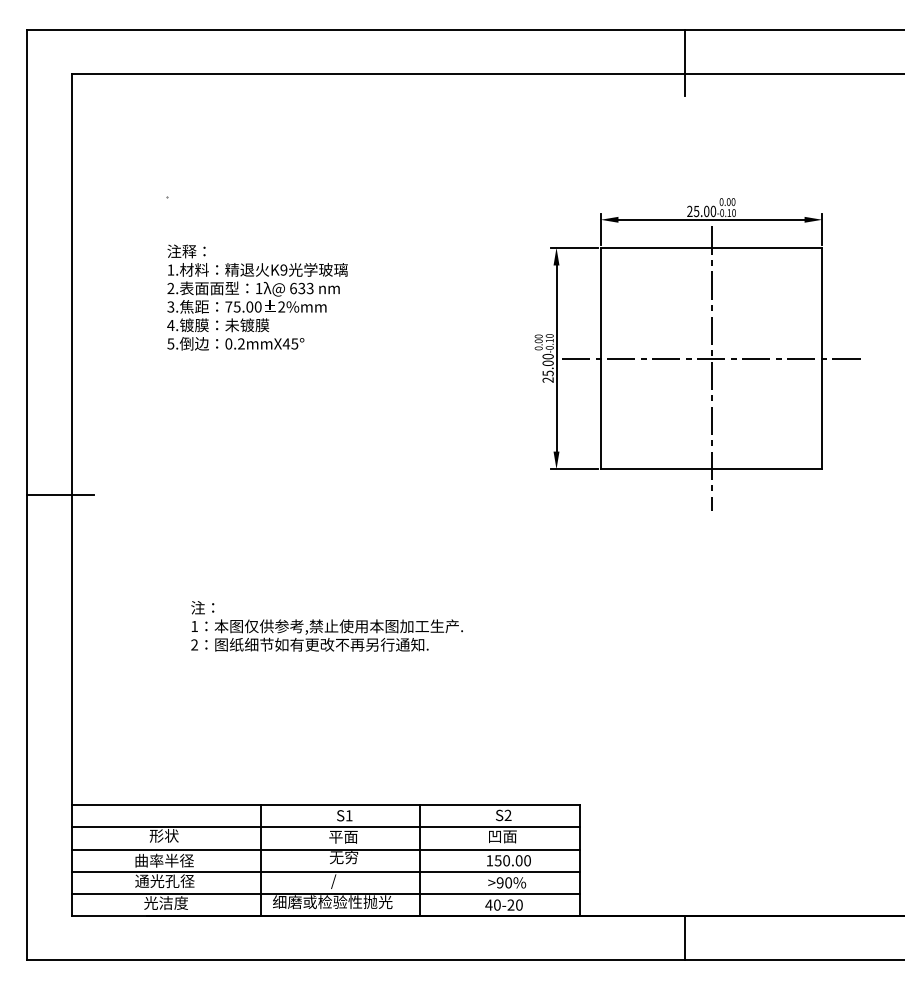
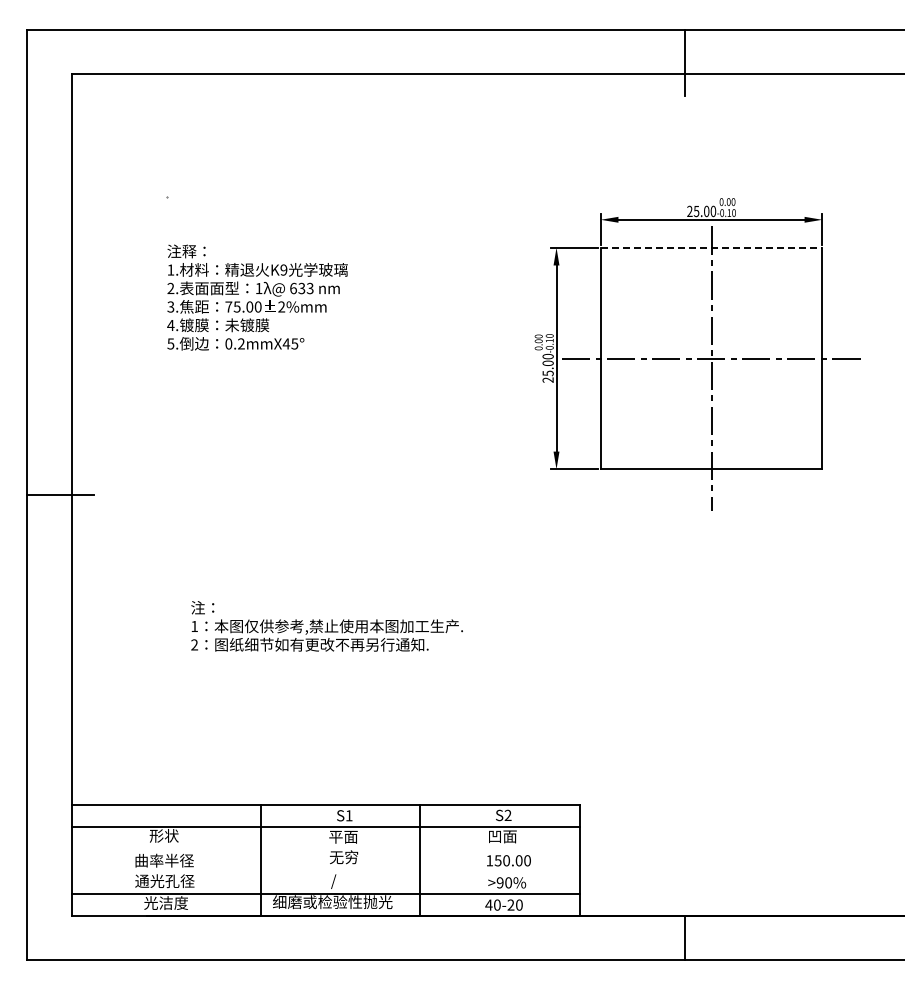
line at (711, 247): solid -> dashed
line at (325, 849): present -> none
line at (325, 871): present -> none
